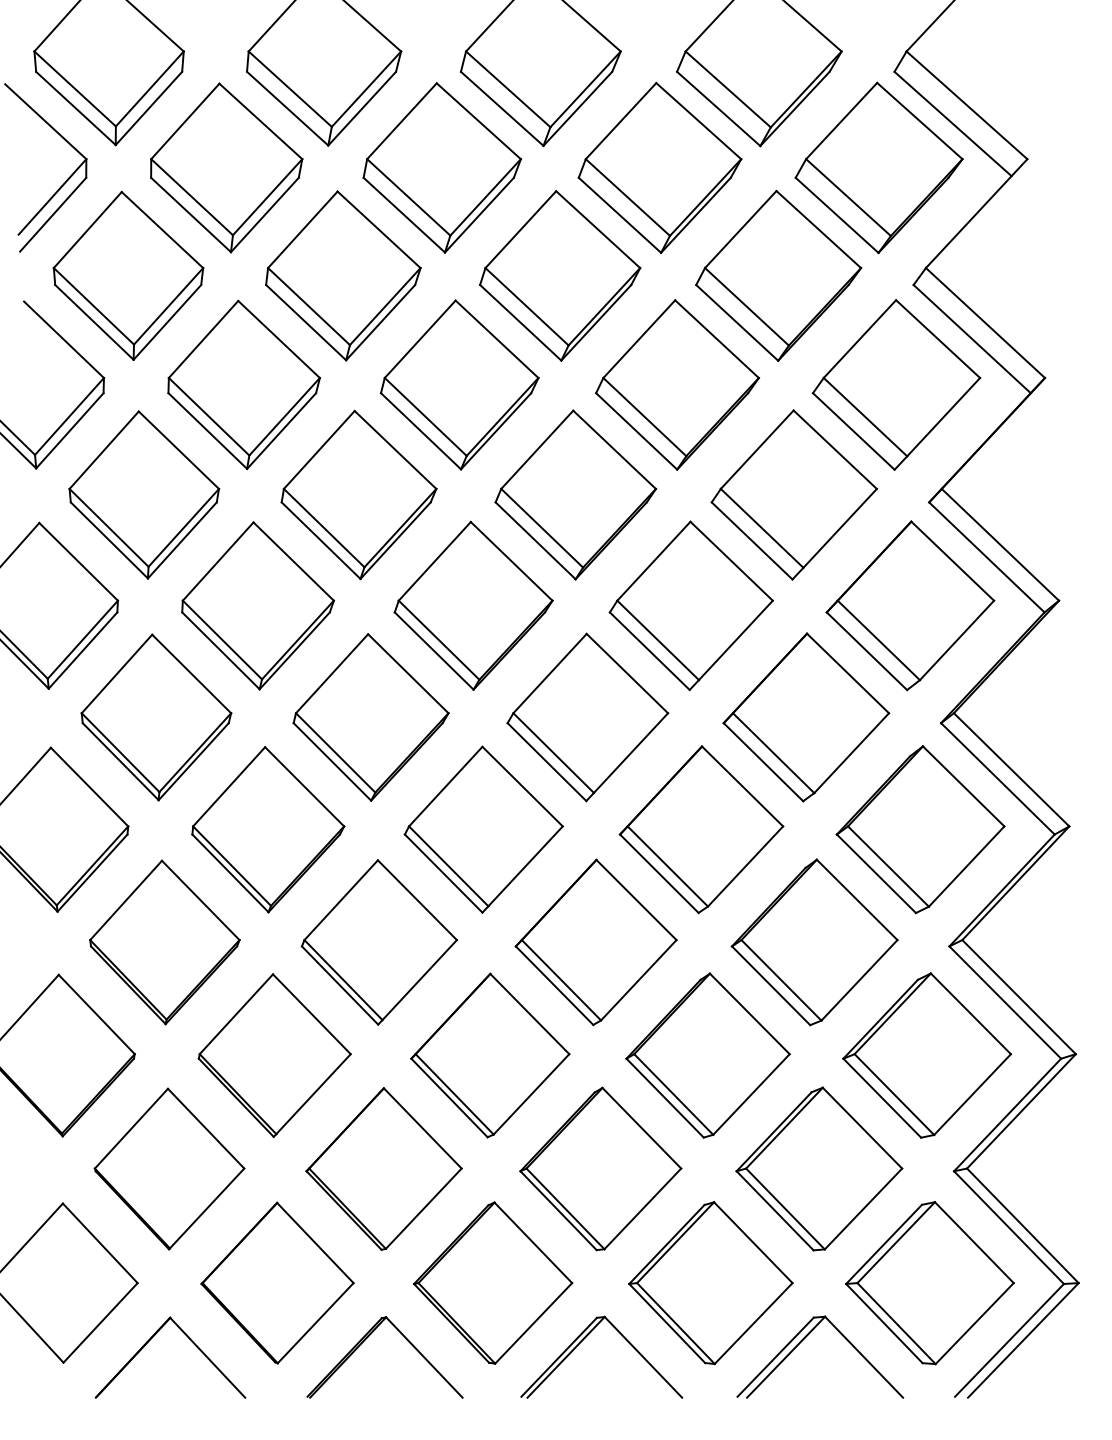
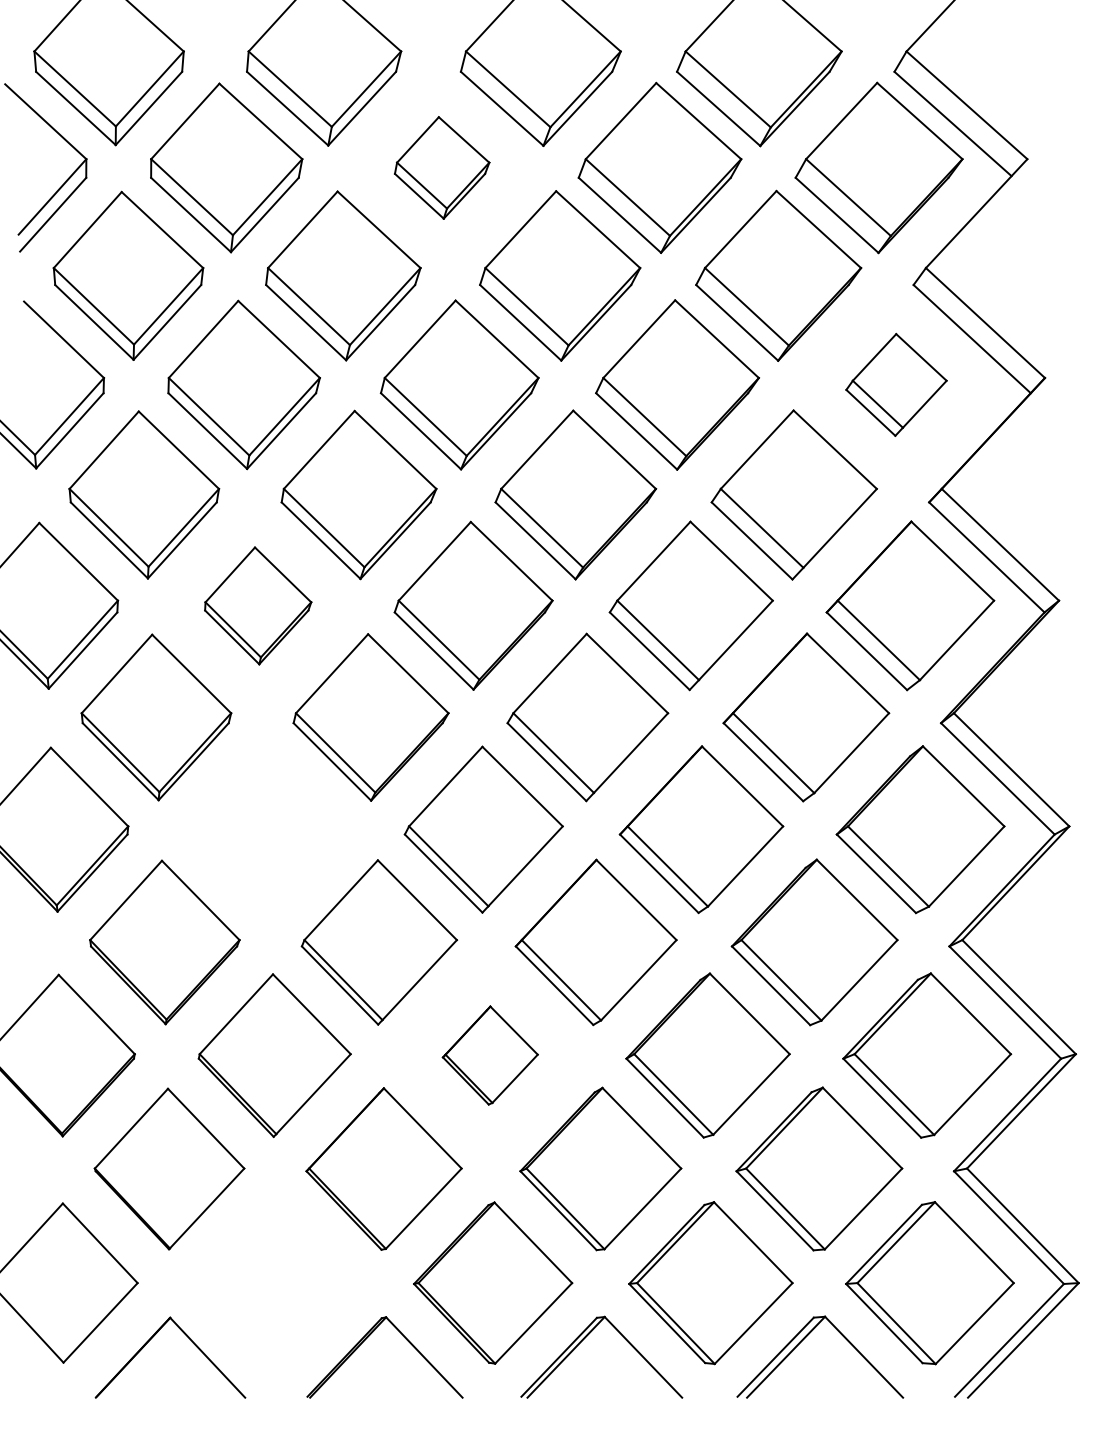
part at (441, 167) size: 160x172 px -> 97x104 px
part at (896, 384) size: 171x172 px -> 103x104 px
part at (258, 605) size: 155x170 px -> 109x120 px
part at (268, 829): present -> none
part at (490, 1055) size: 161x167 px -> 98x101 px
part at (277, 1282): present -> none
